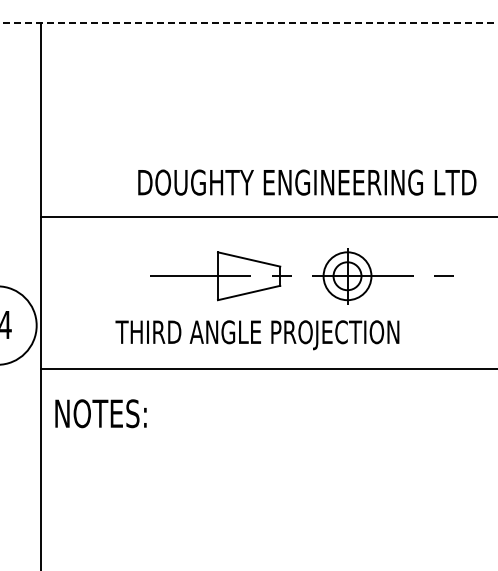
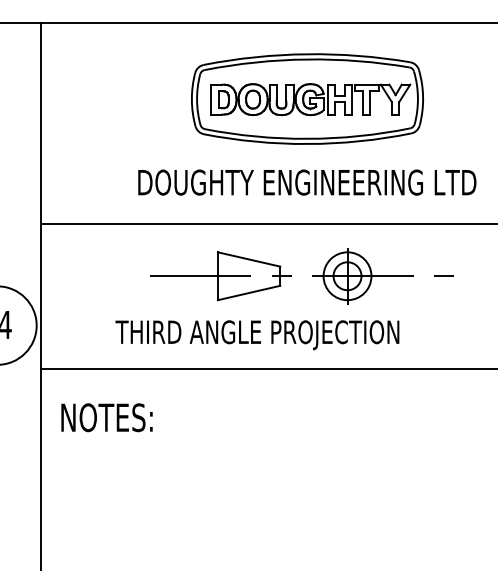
line at (248, 22): dashed -> solid
part at (307, 98): none -> present
line at (267, 216) position: (267, 216) -> (267, 223)
text at (100, 413) position: (100, 413) -> (106, 417)
